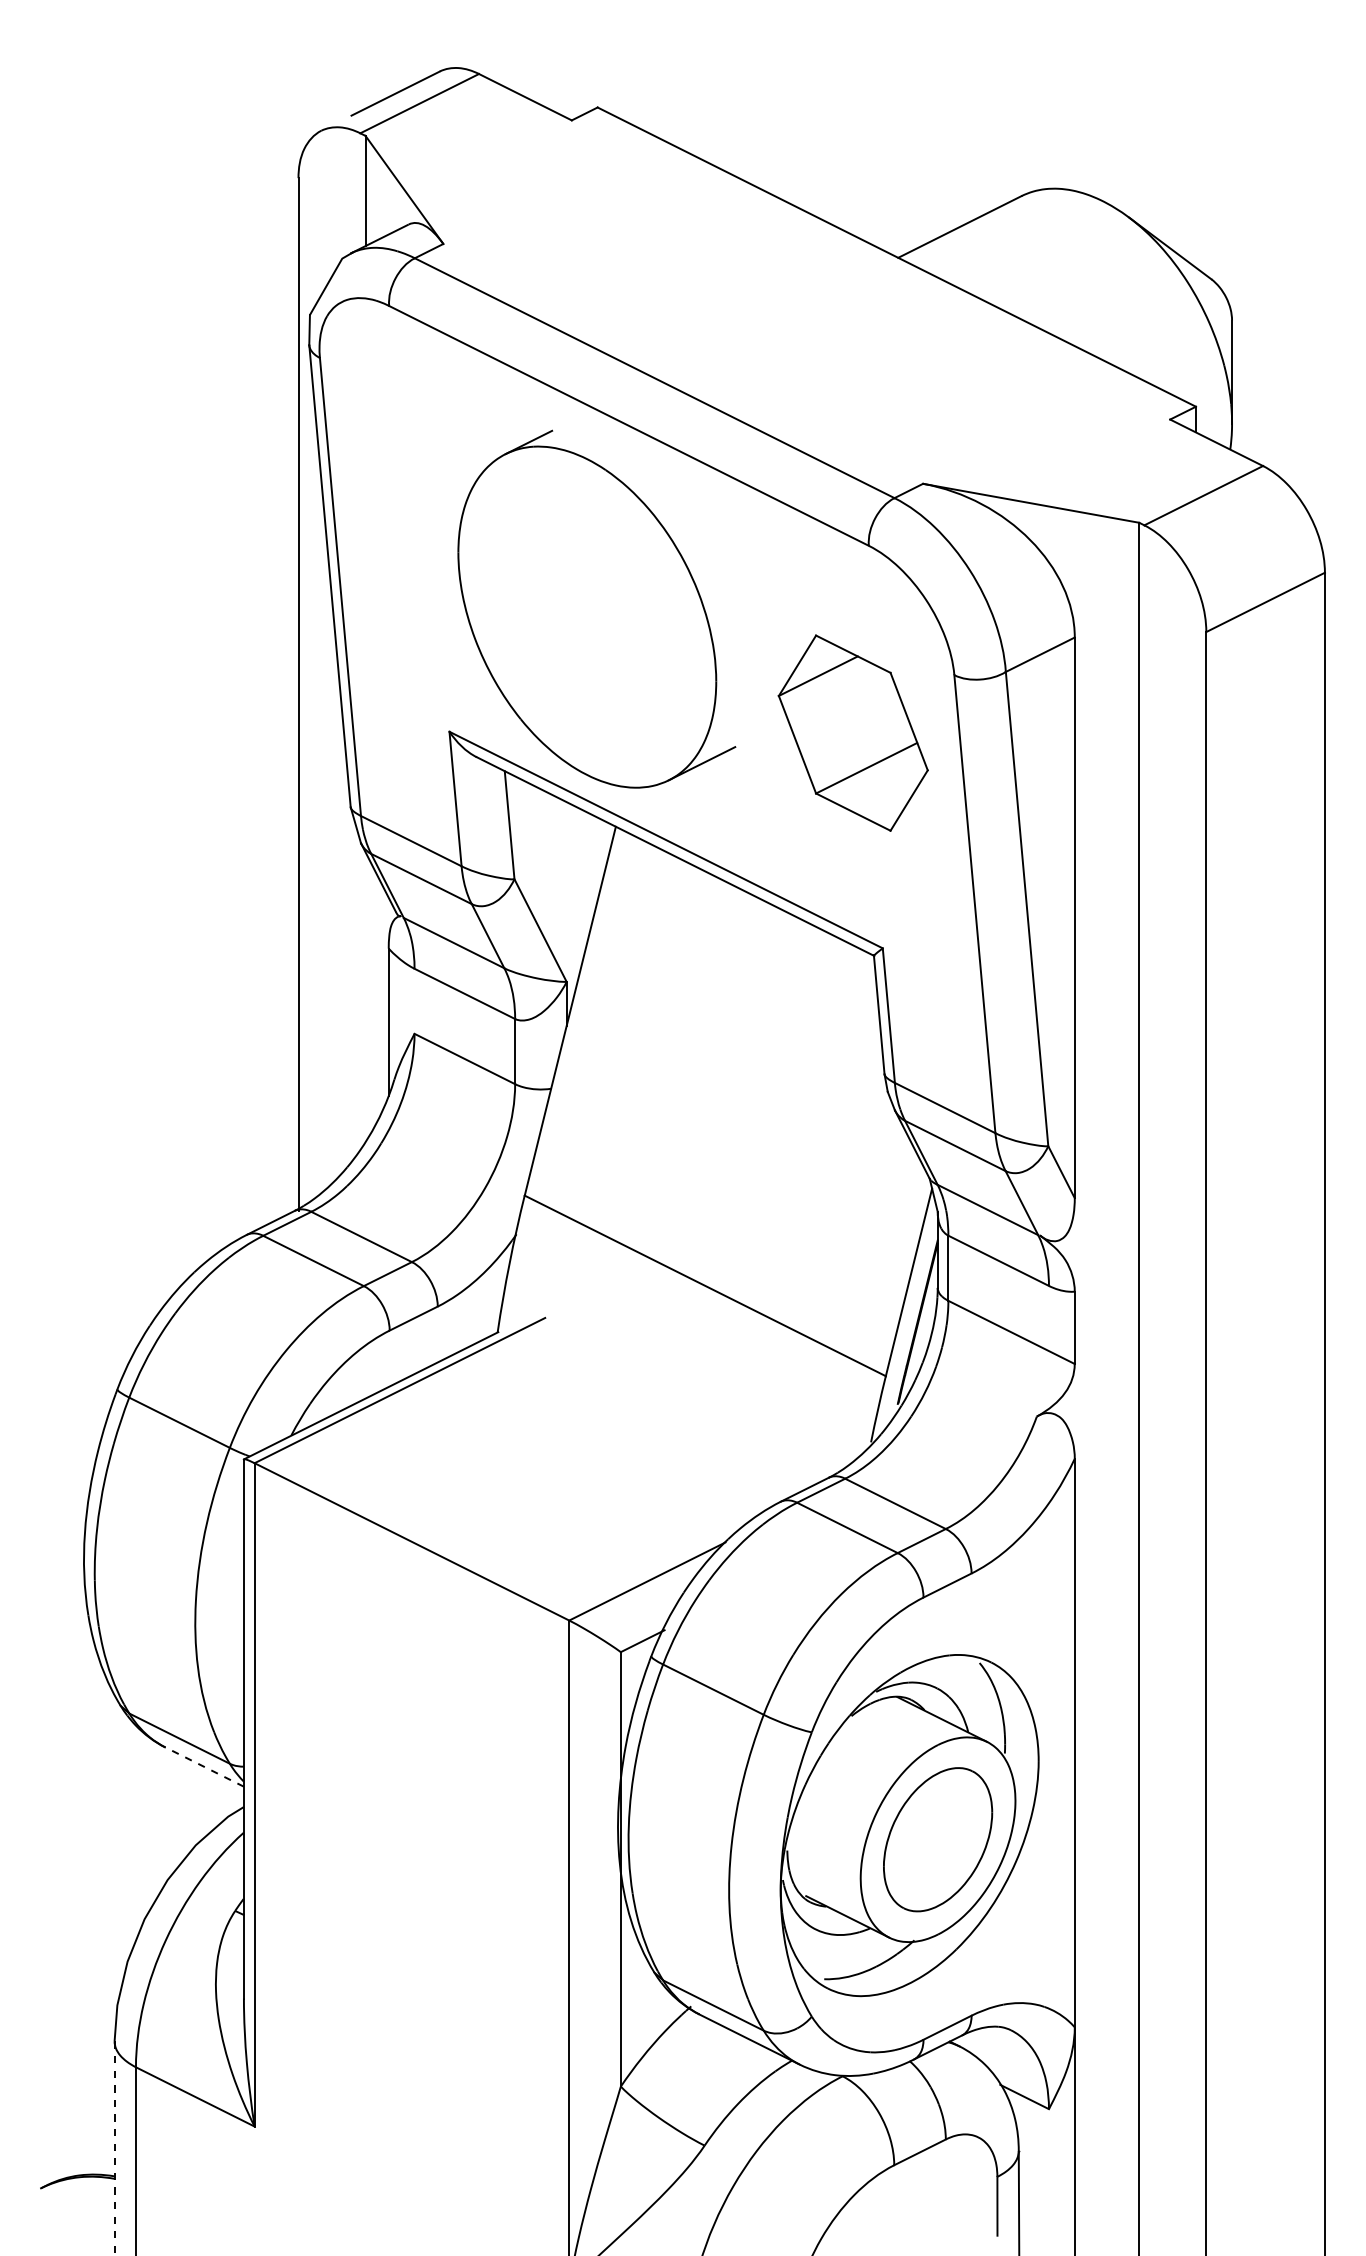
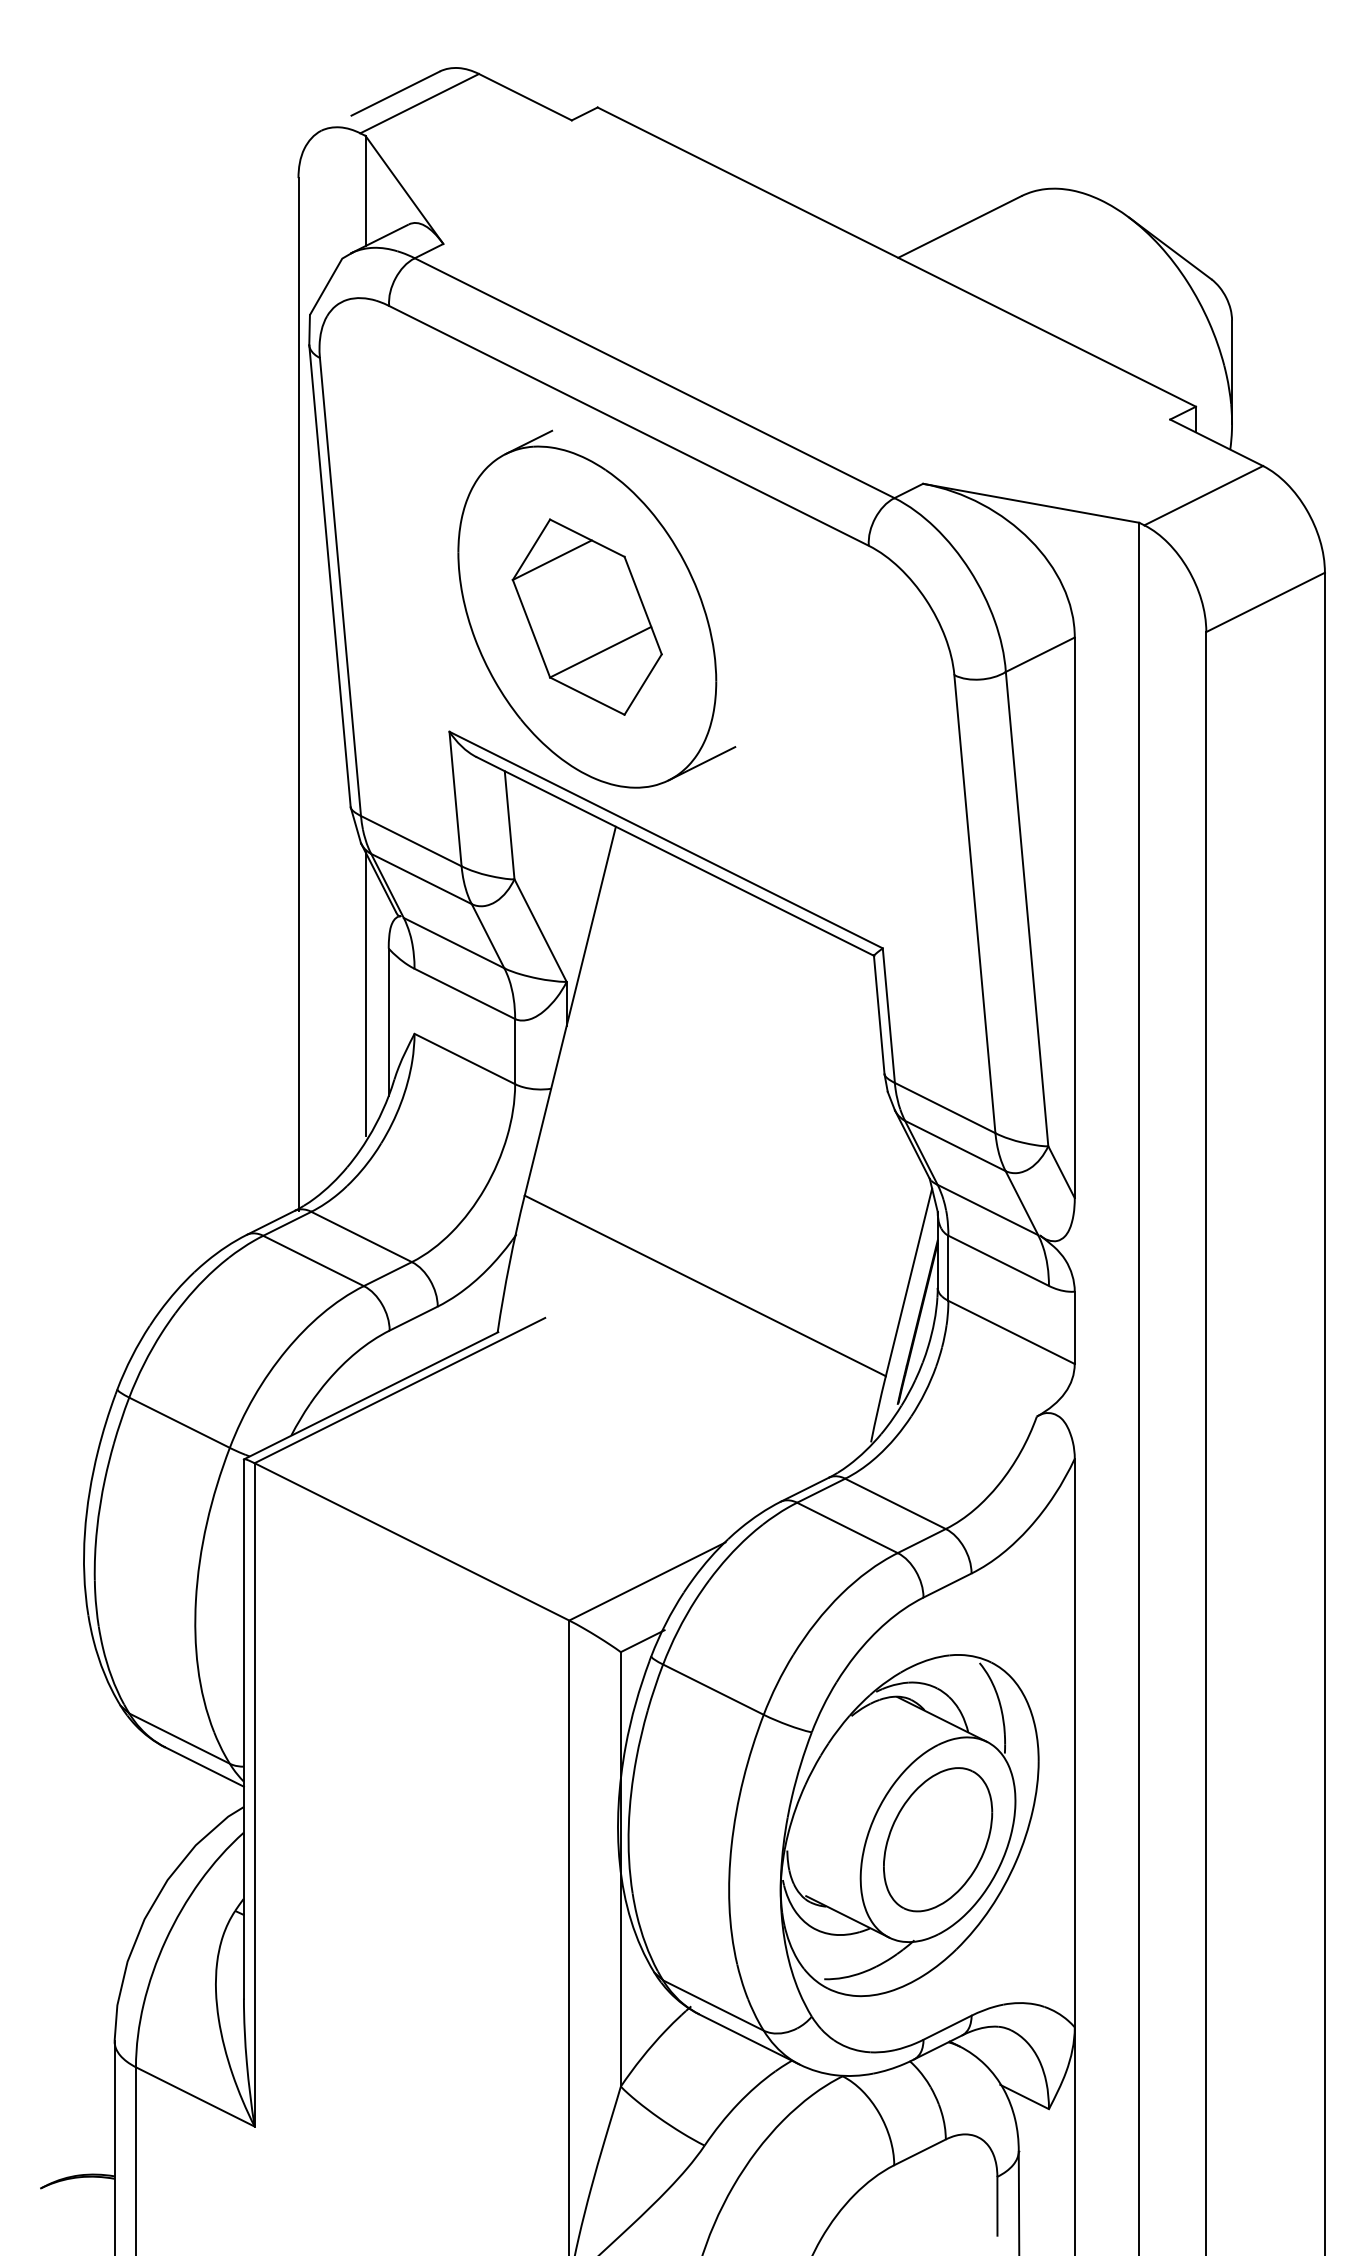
part at (852, 732) position: (852, 732) -> (586, 616)
line at (365, 993): none -> present
line at (204, 1767): dashed -> solid
line at (114, 2148): dashed -> solid
